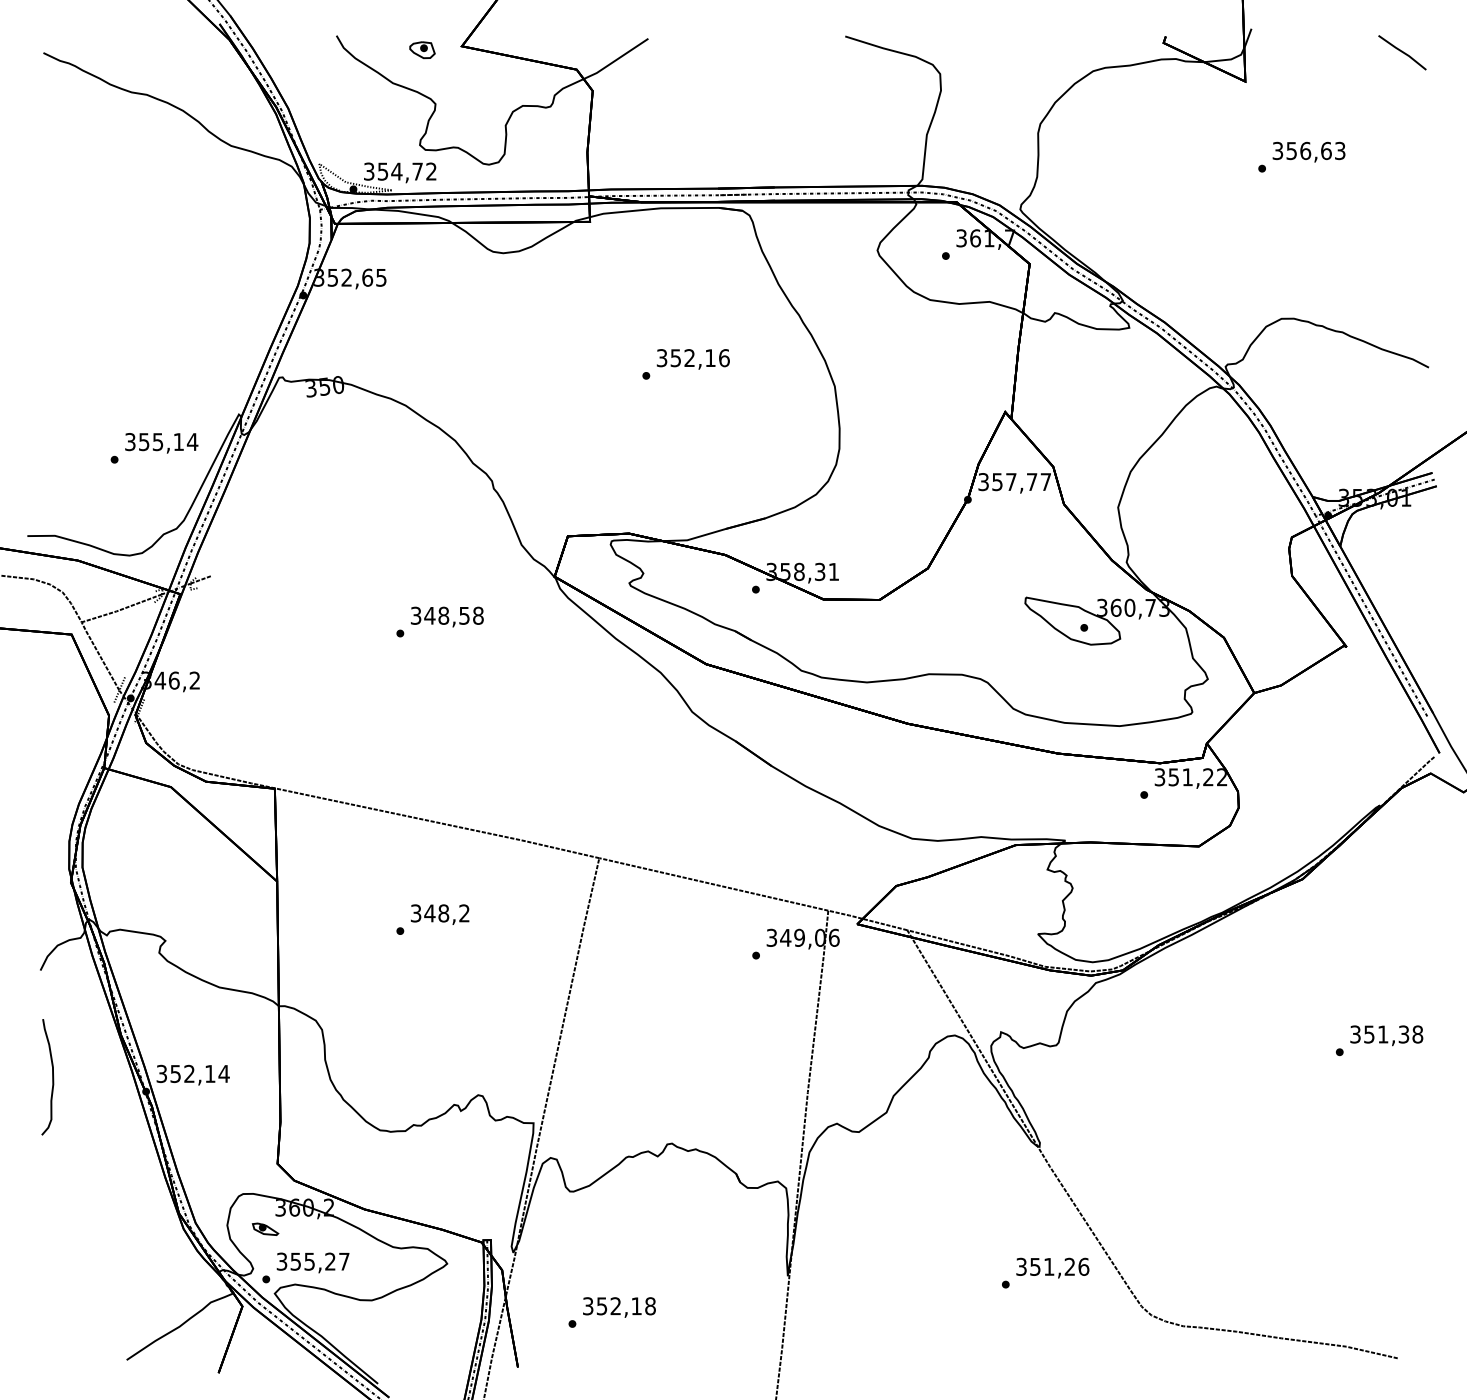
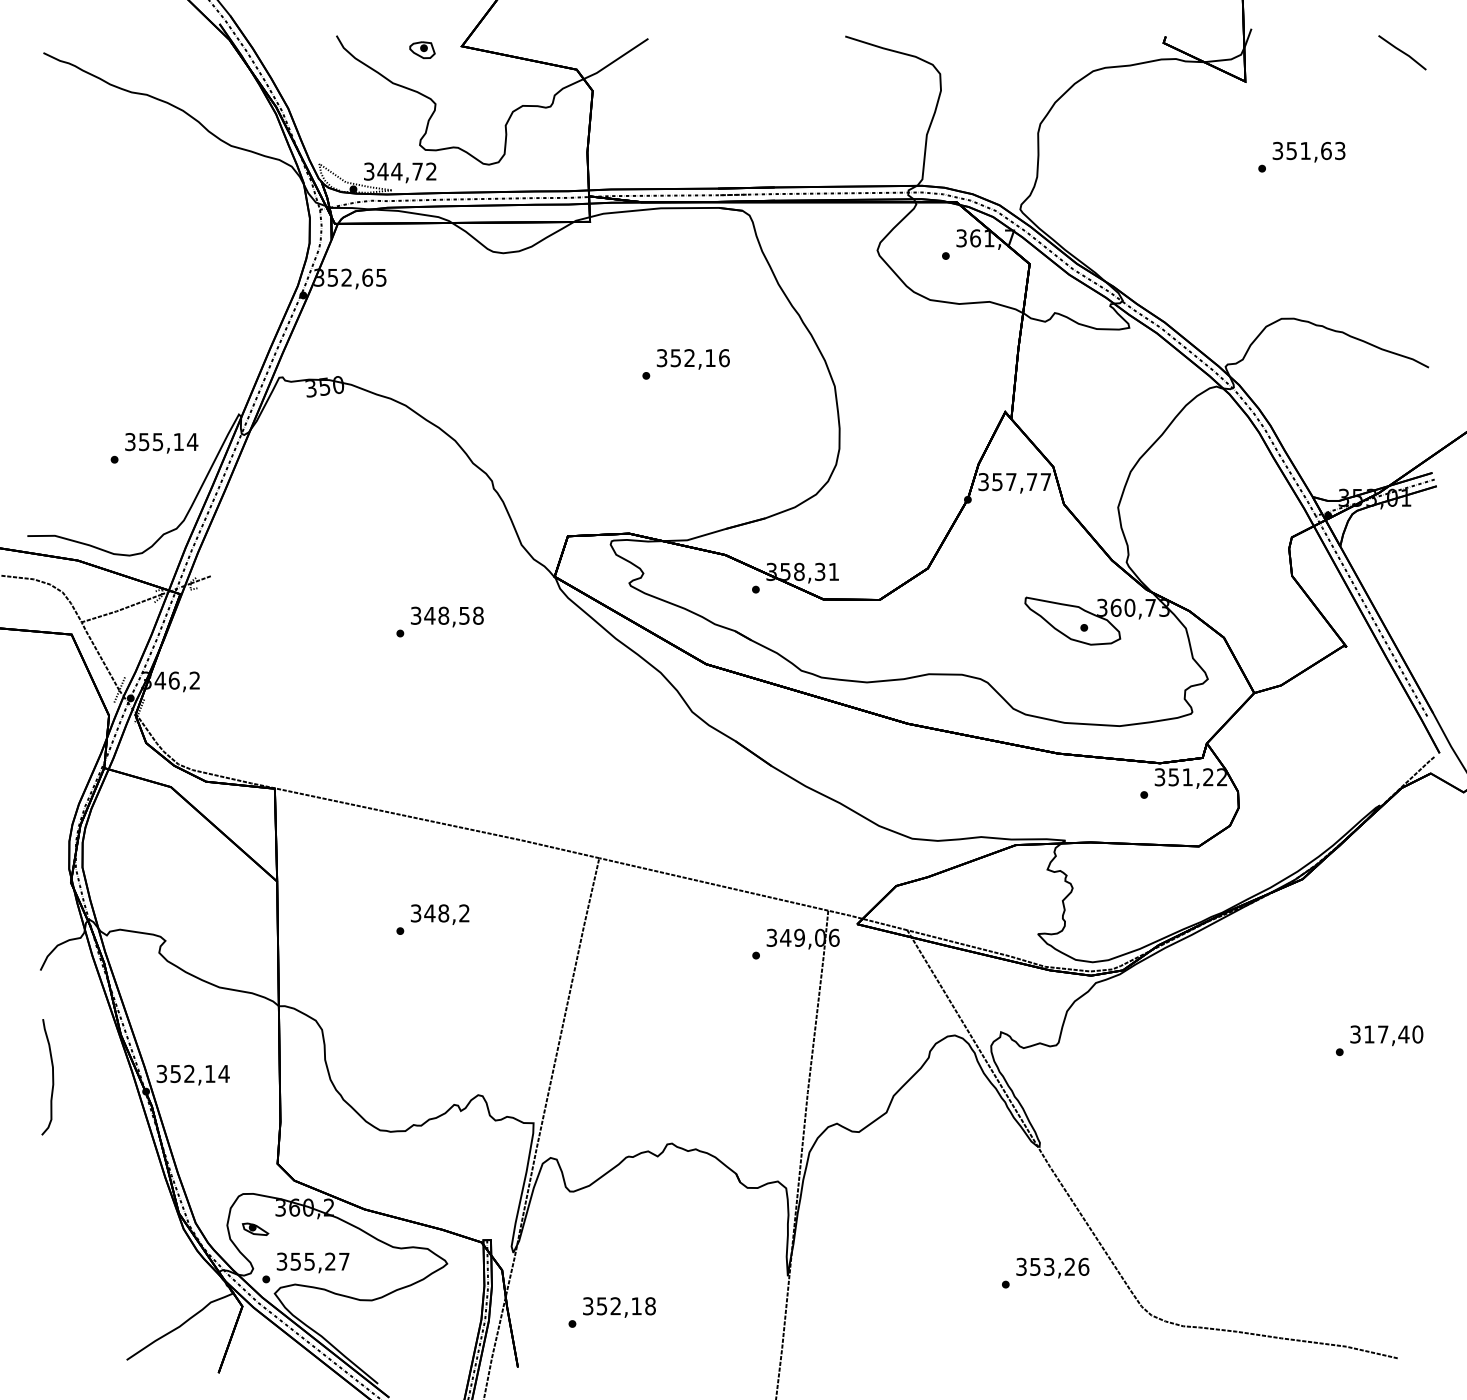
text at (1305, 150): 356,63 -> 351,63
text at (382, 171): 354,72 -> 344,72
text at (1393, 1034): 351,38 -> 317,40
part at (265, 1228) position: (265, 1228) -> (255, 1228)
text at (1049, 1266): 351,26 -> 353,26
